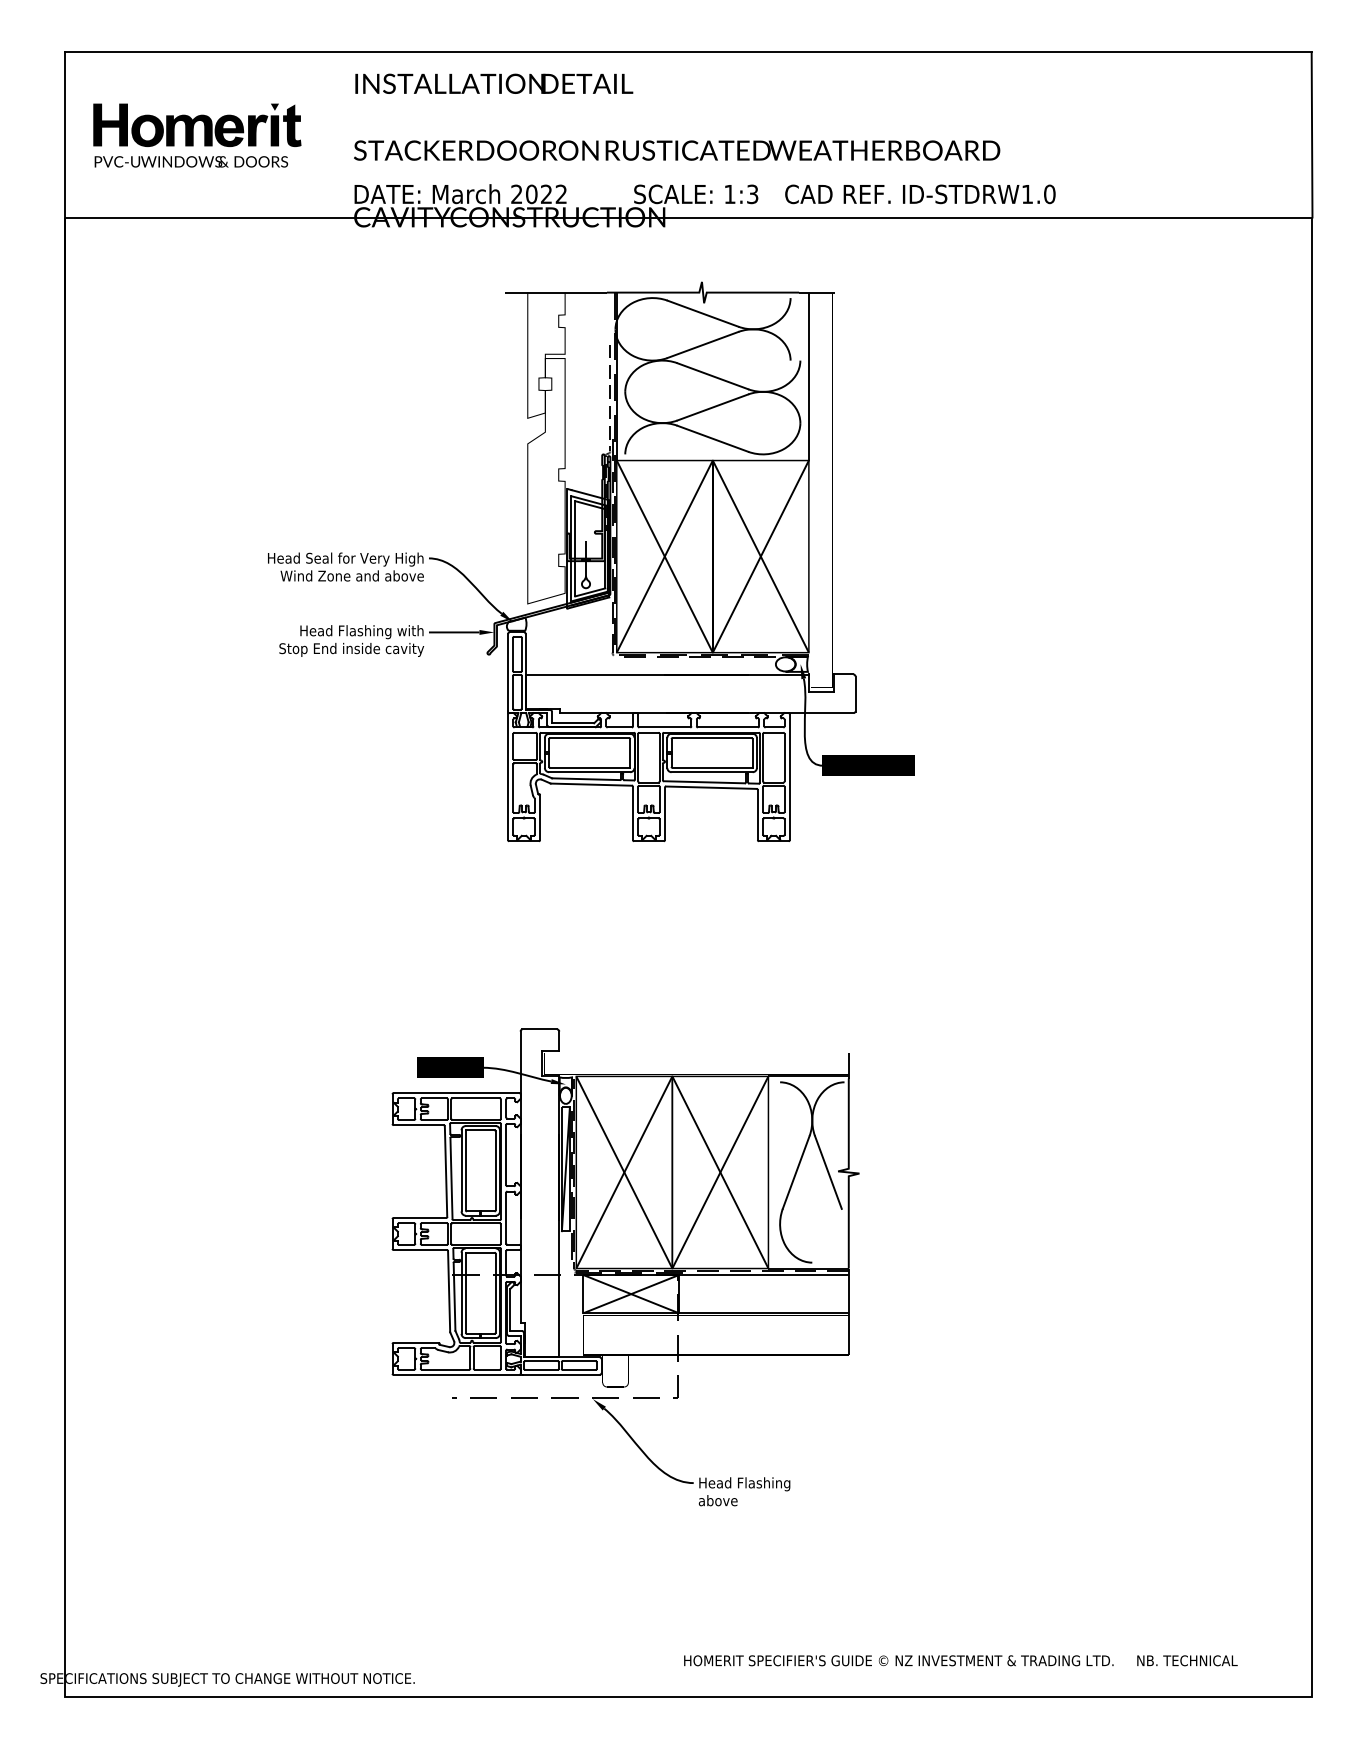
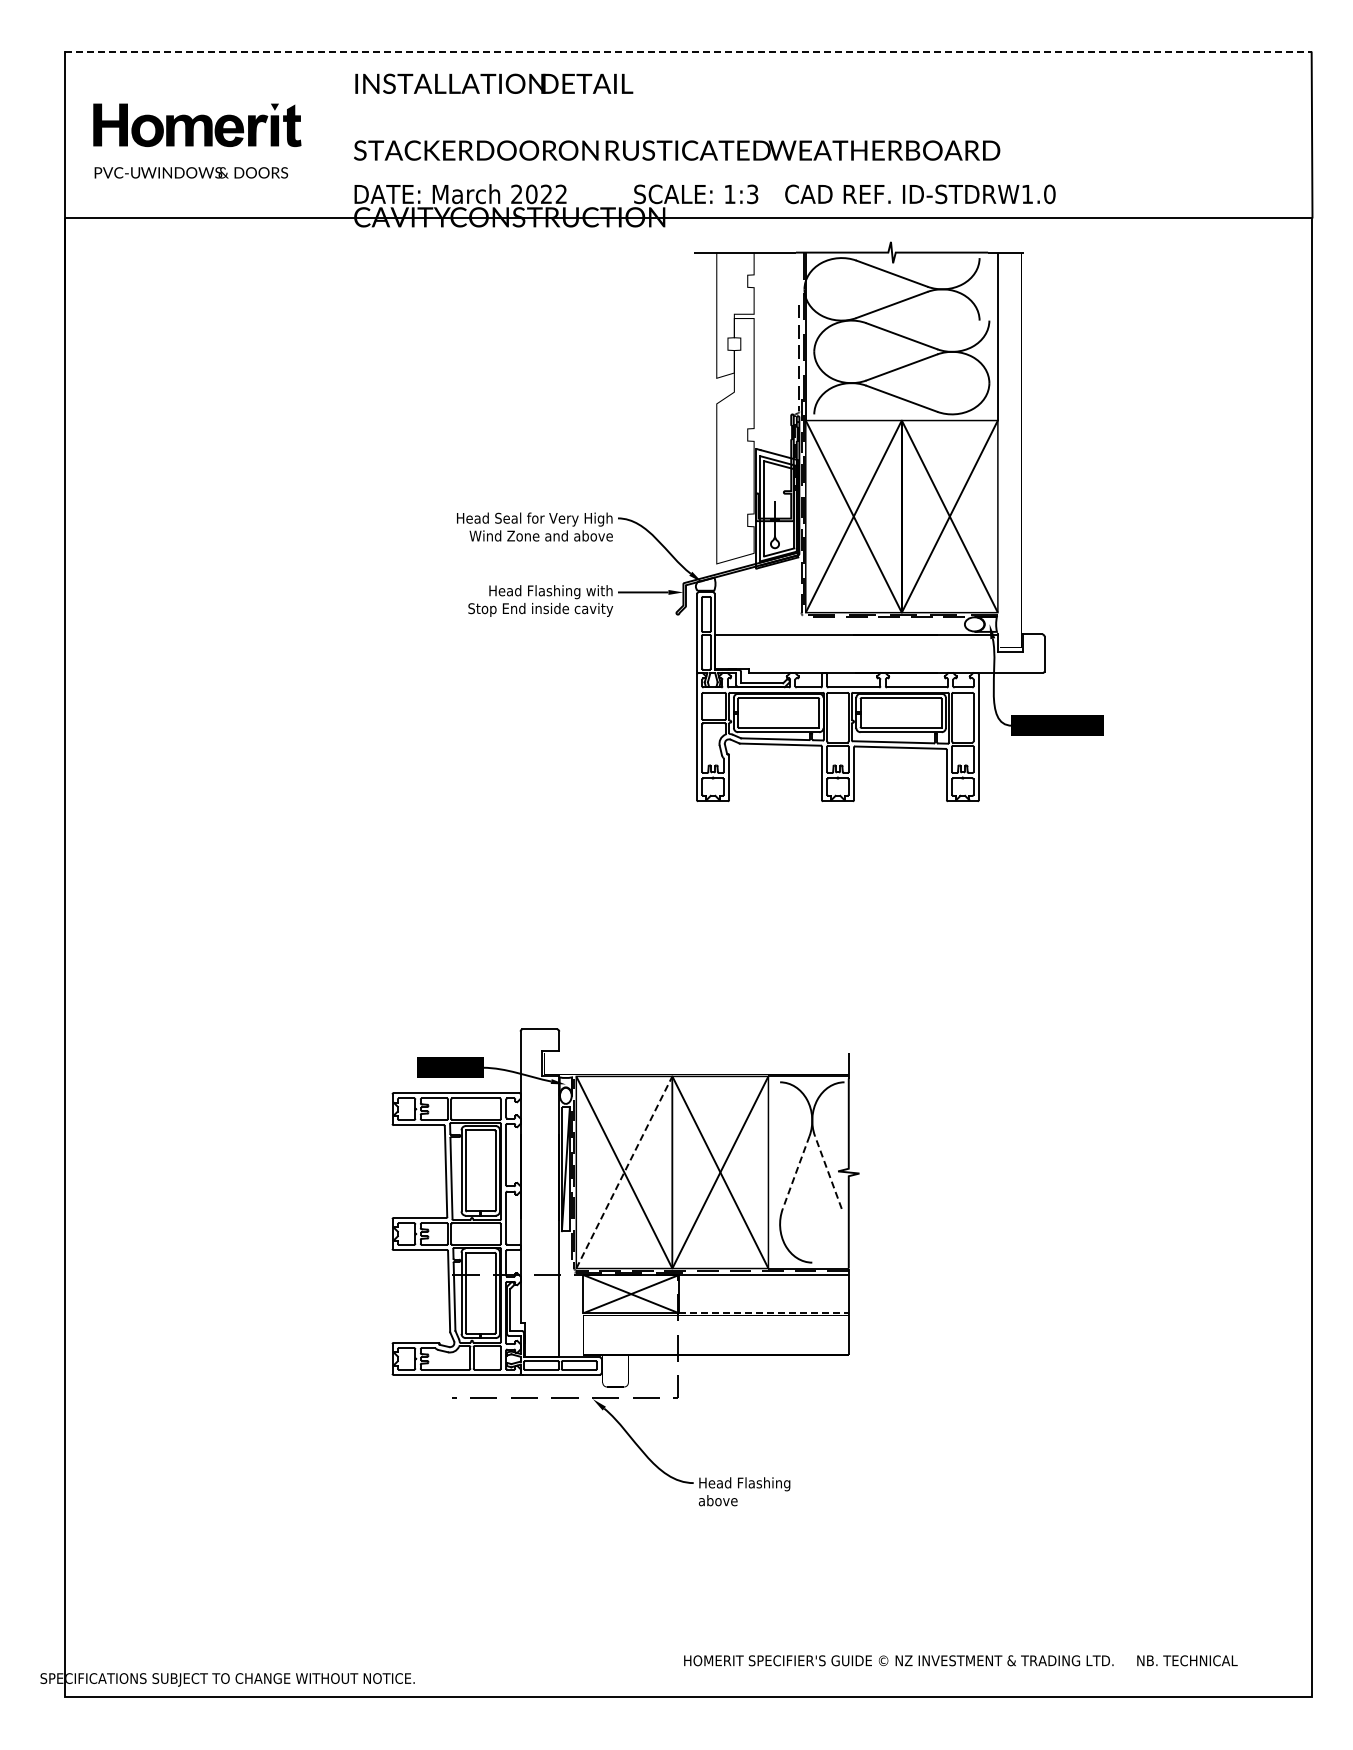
line at (688, 52): solid -> dashed
text at (191, 161) position: (191, 161) -> (191, 172)
part at (591, 561) position: (591, 561) -> (780, 521)
line at (624, 1172): solid -> dashed
line at (796, 1172): solid -> dashed
line at (828, 1172): solid -> dashed
line at (764, 1313): solid -> dashed
